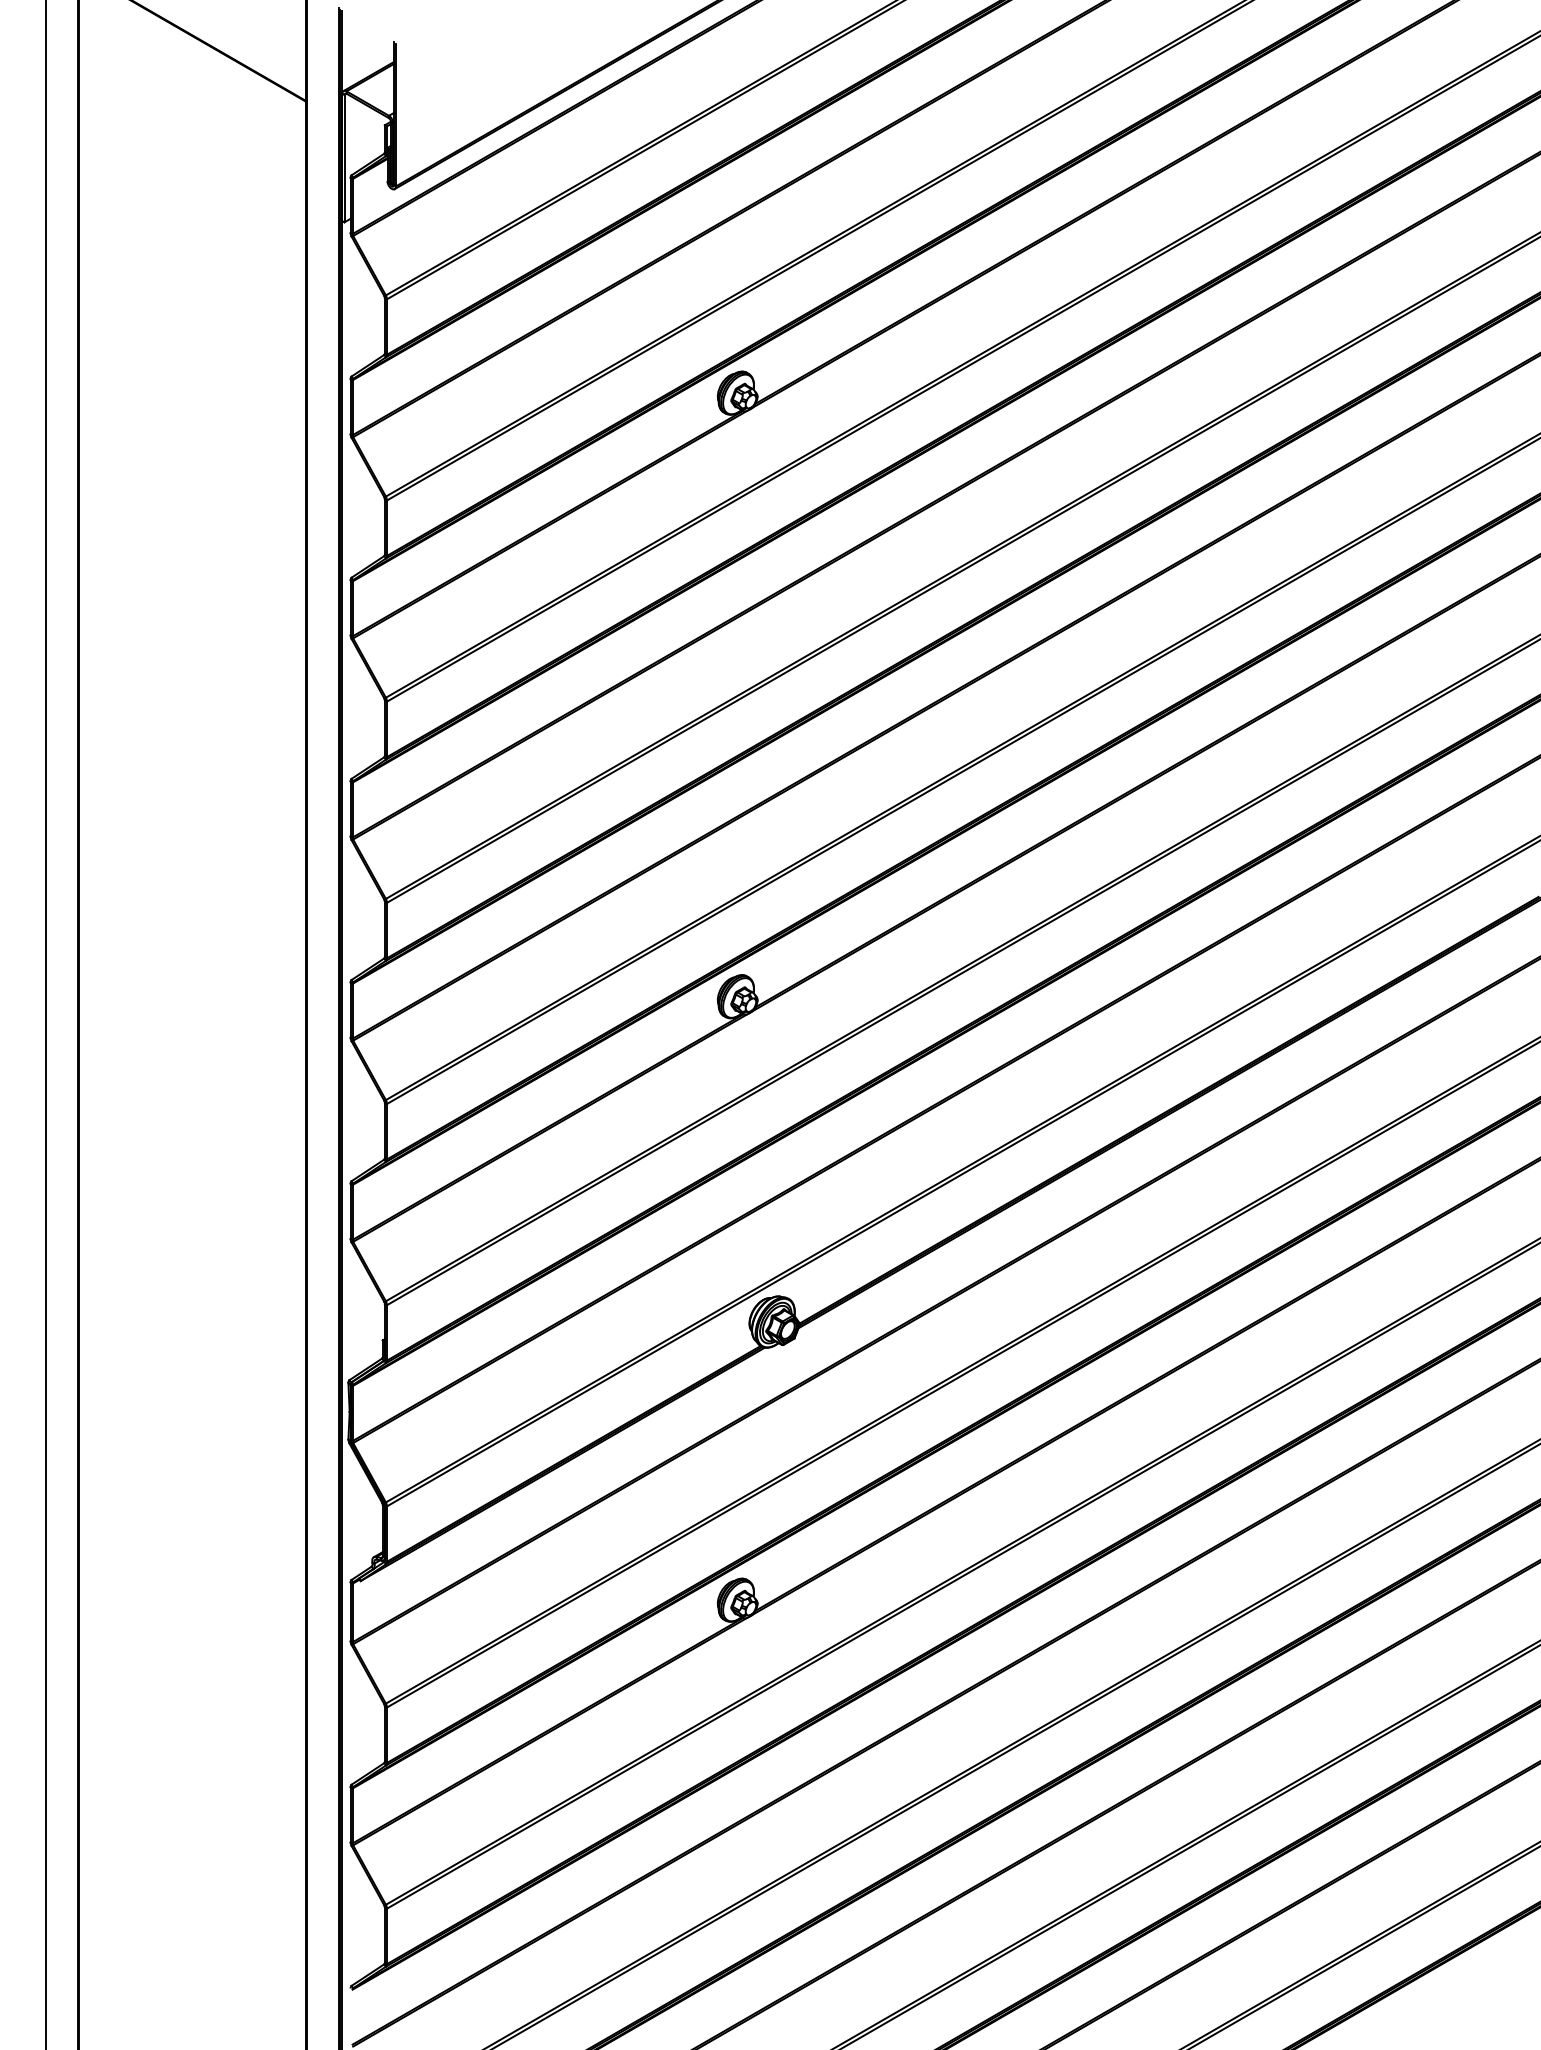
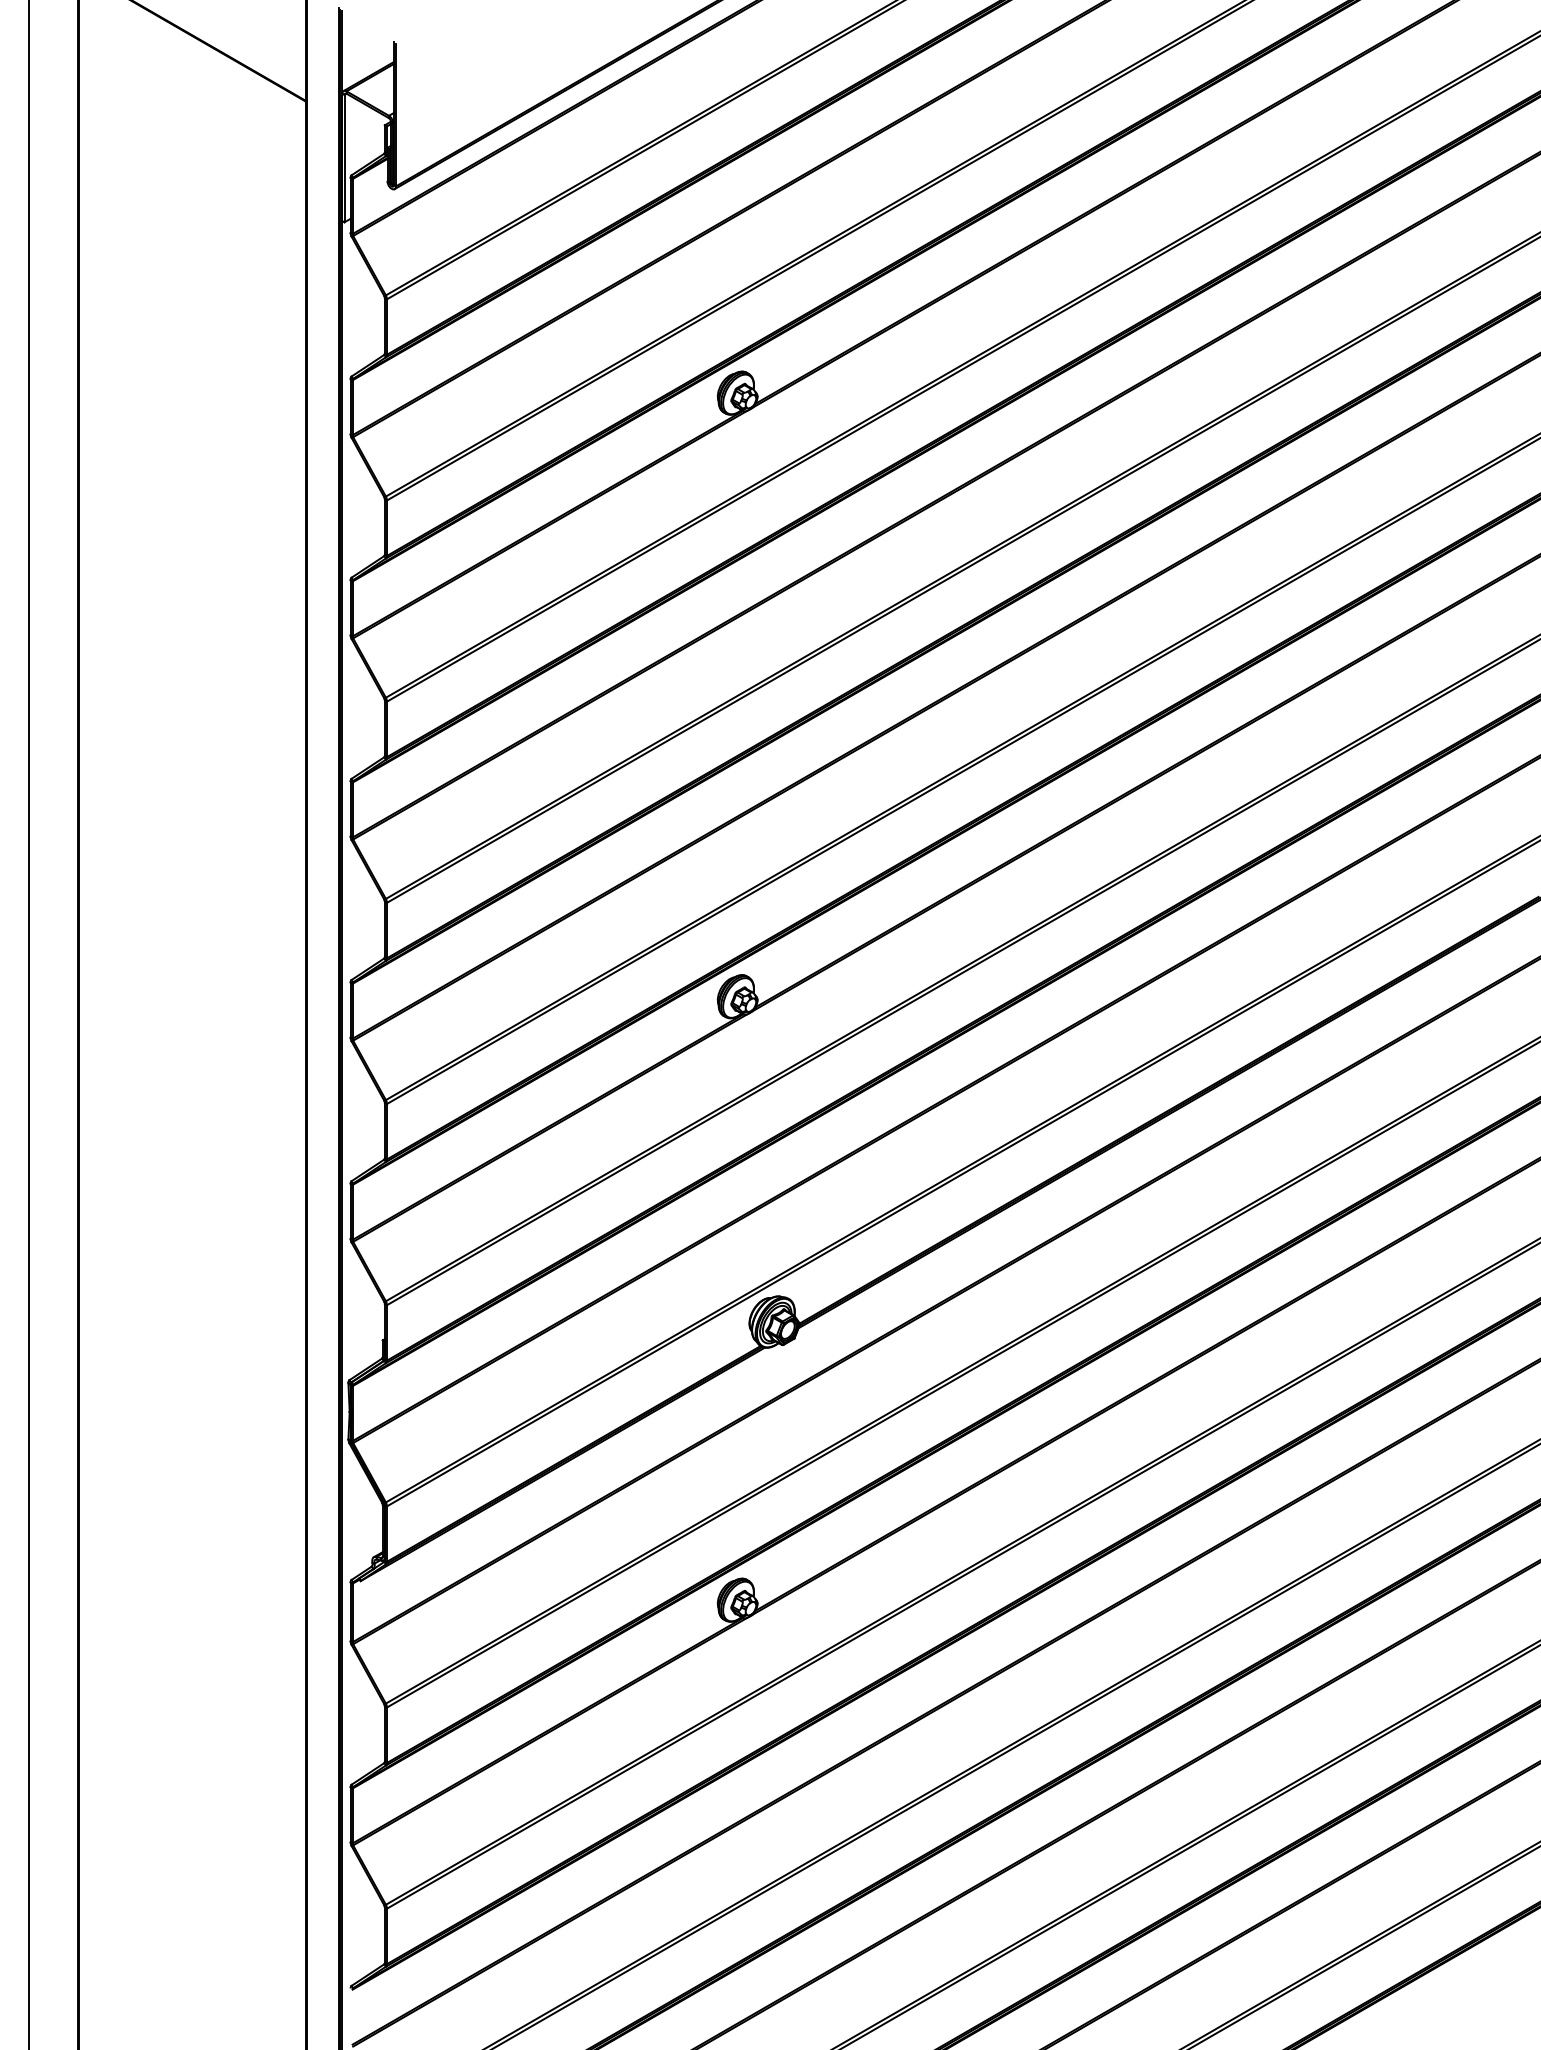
line at (46, 1024) position: (46, 1024) -> (29, 1024)
